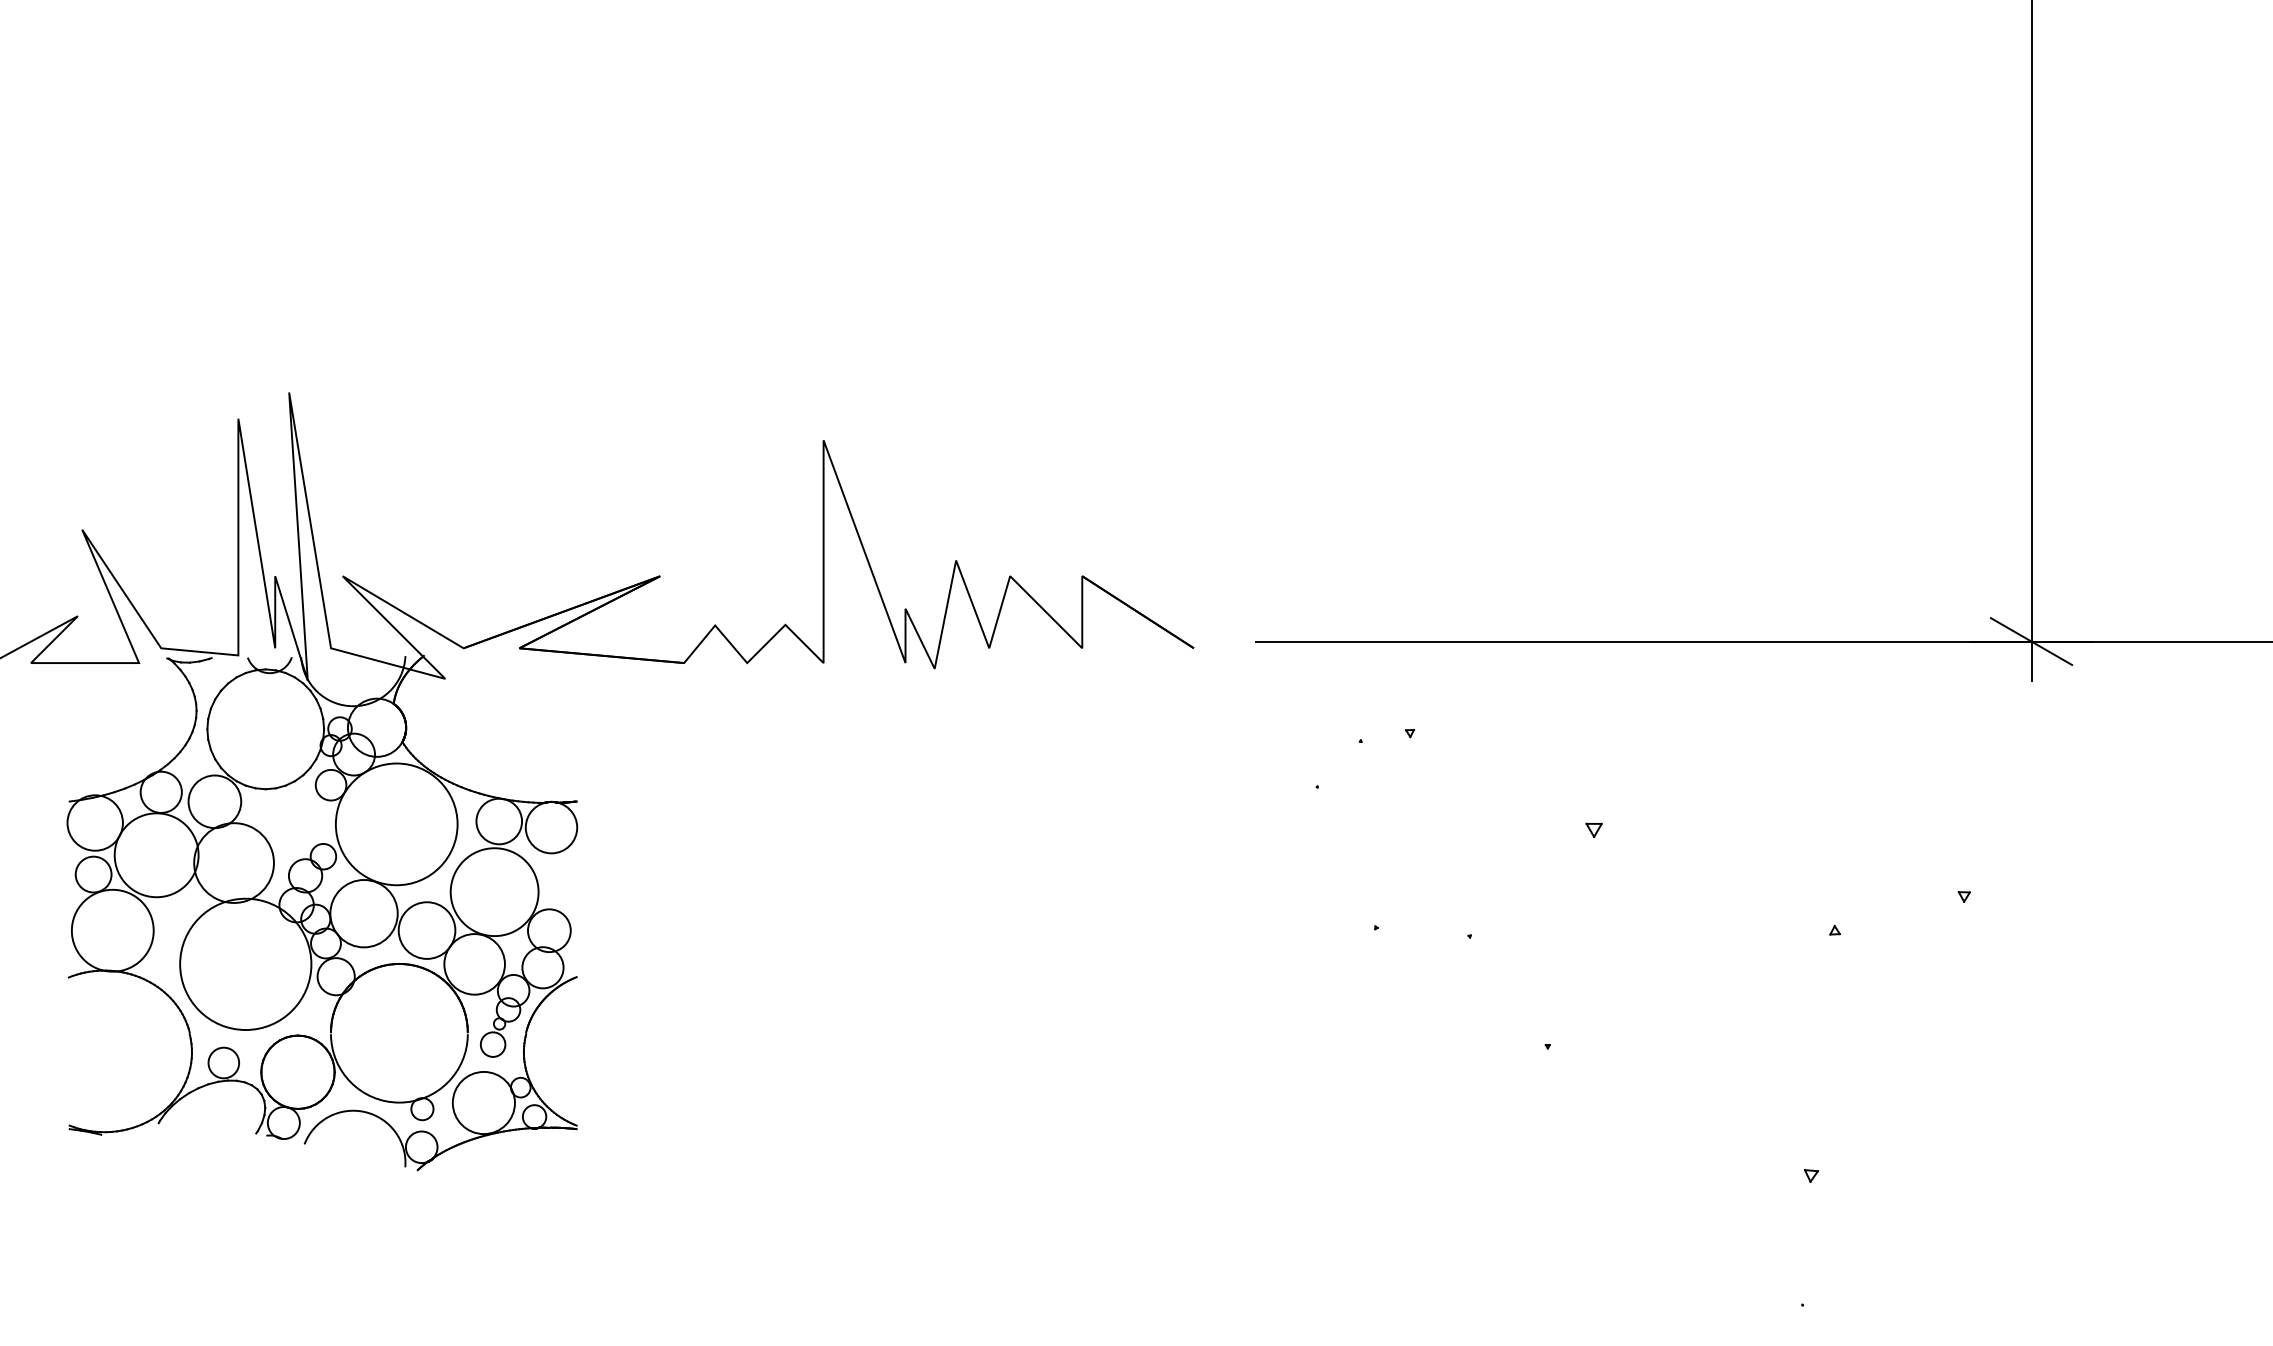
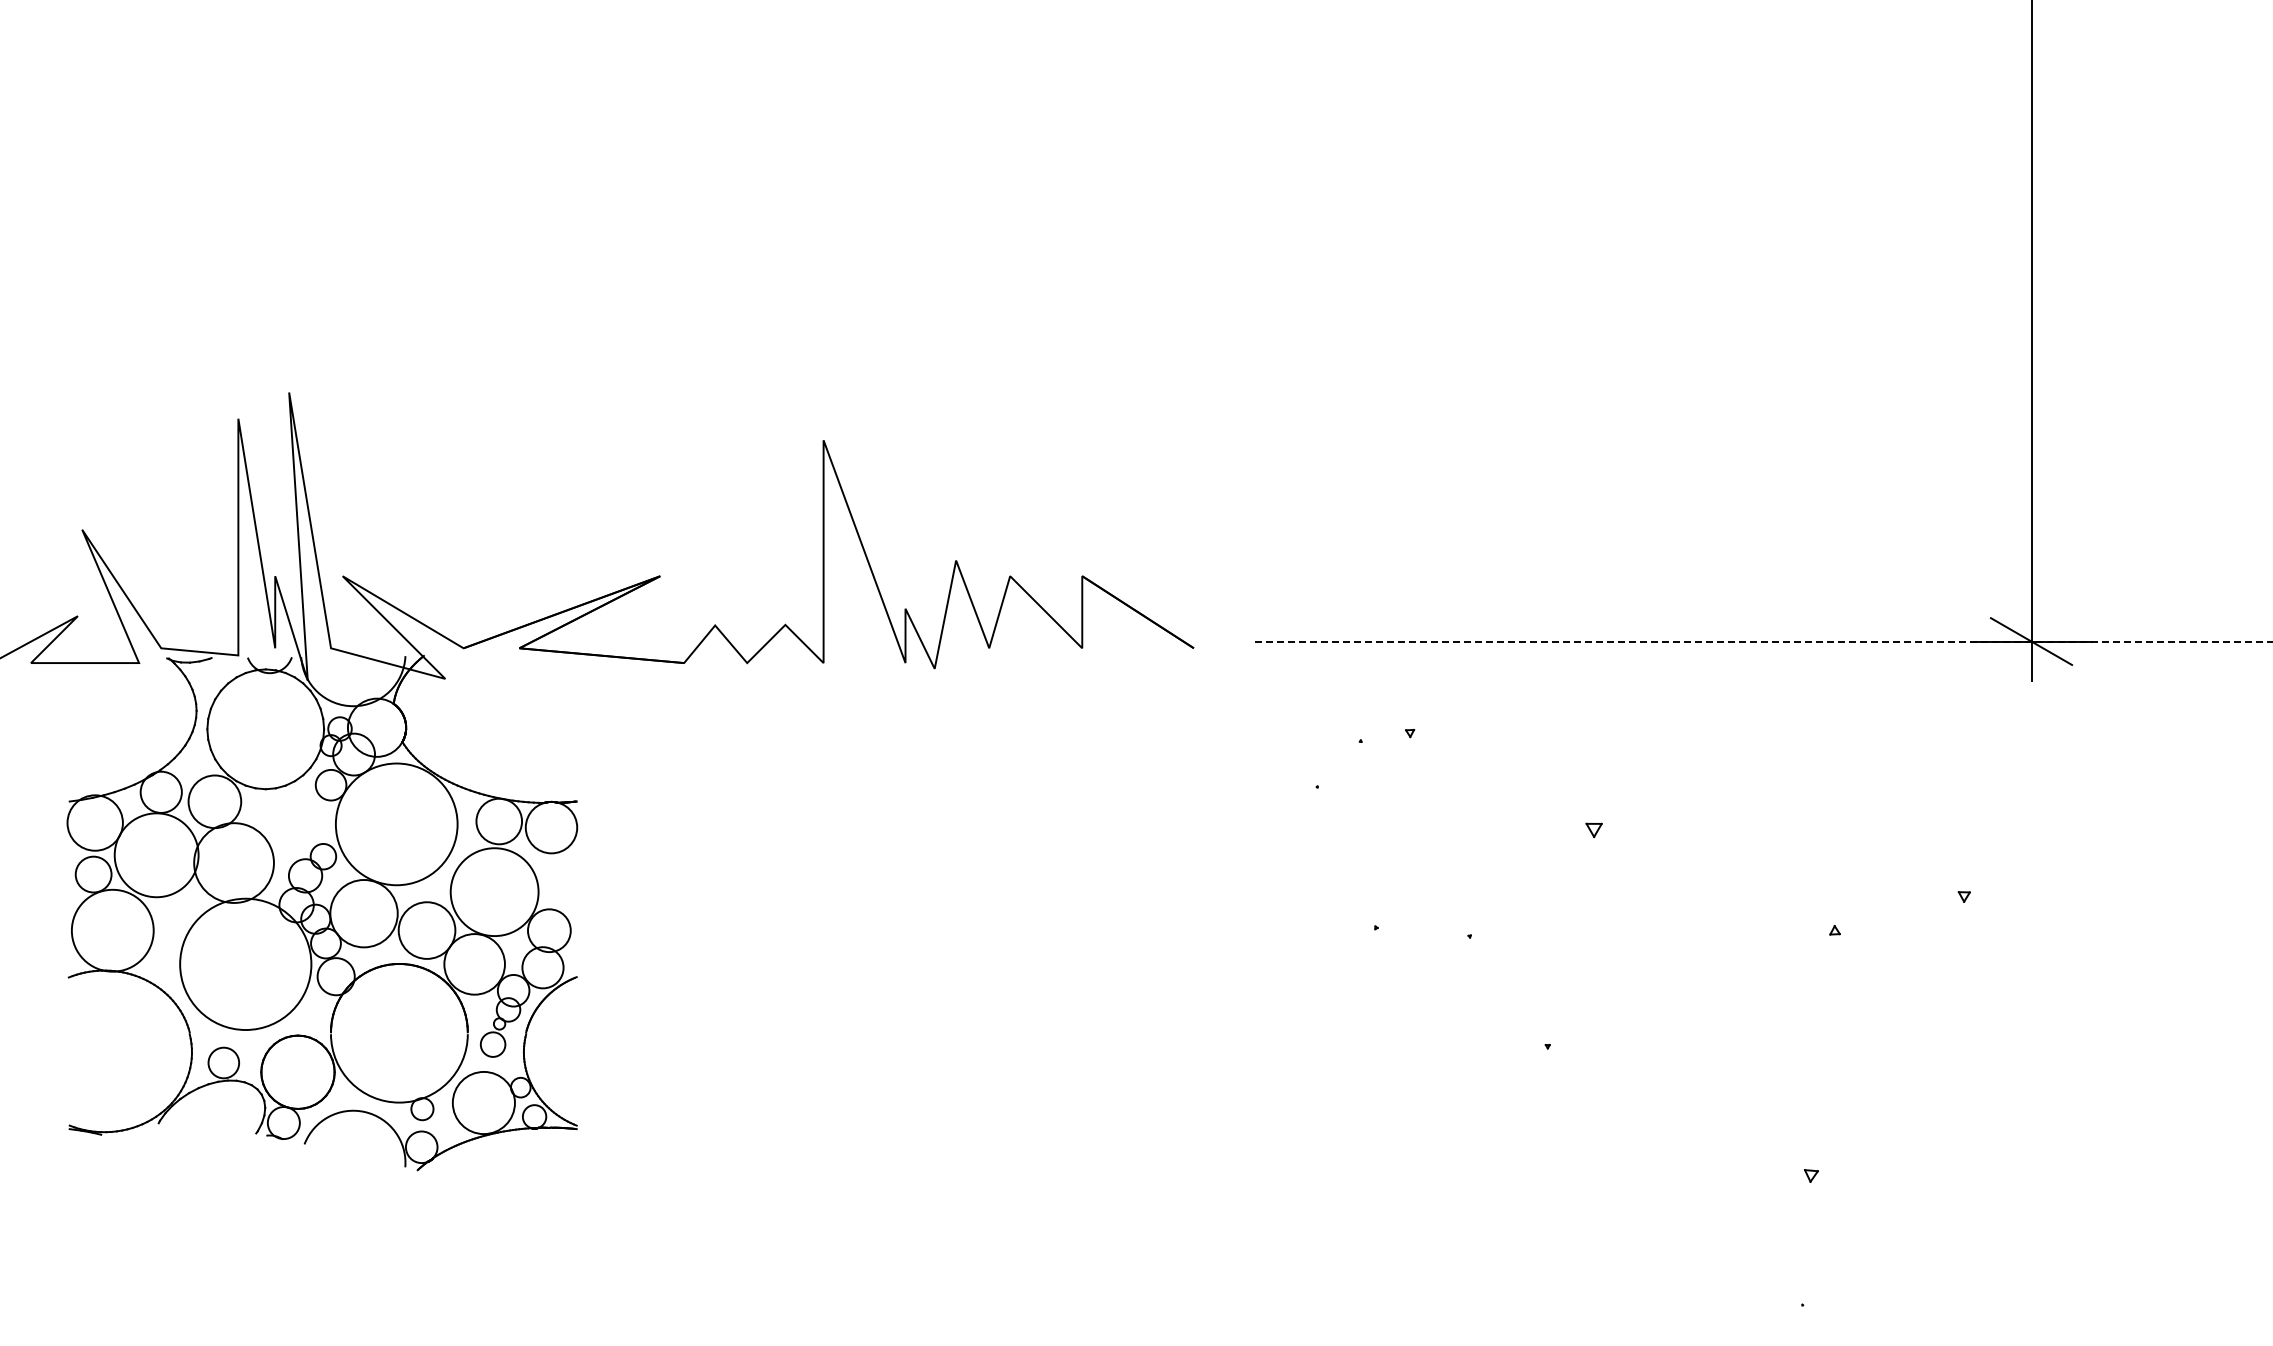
line at (1764, 641): solid -> dashed
